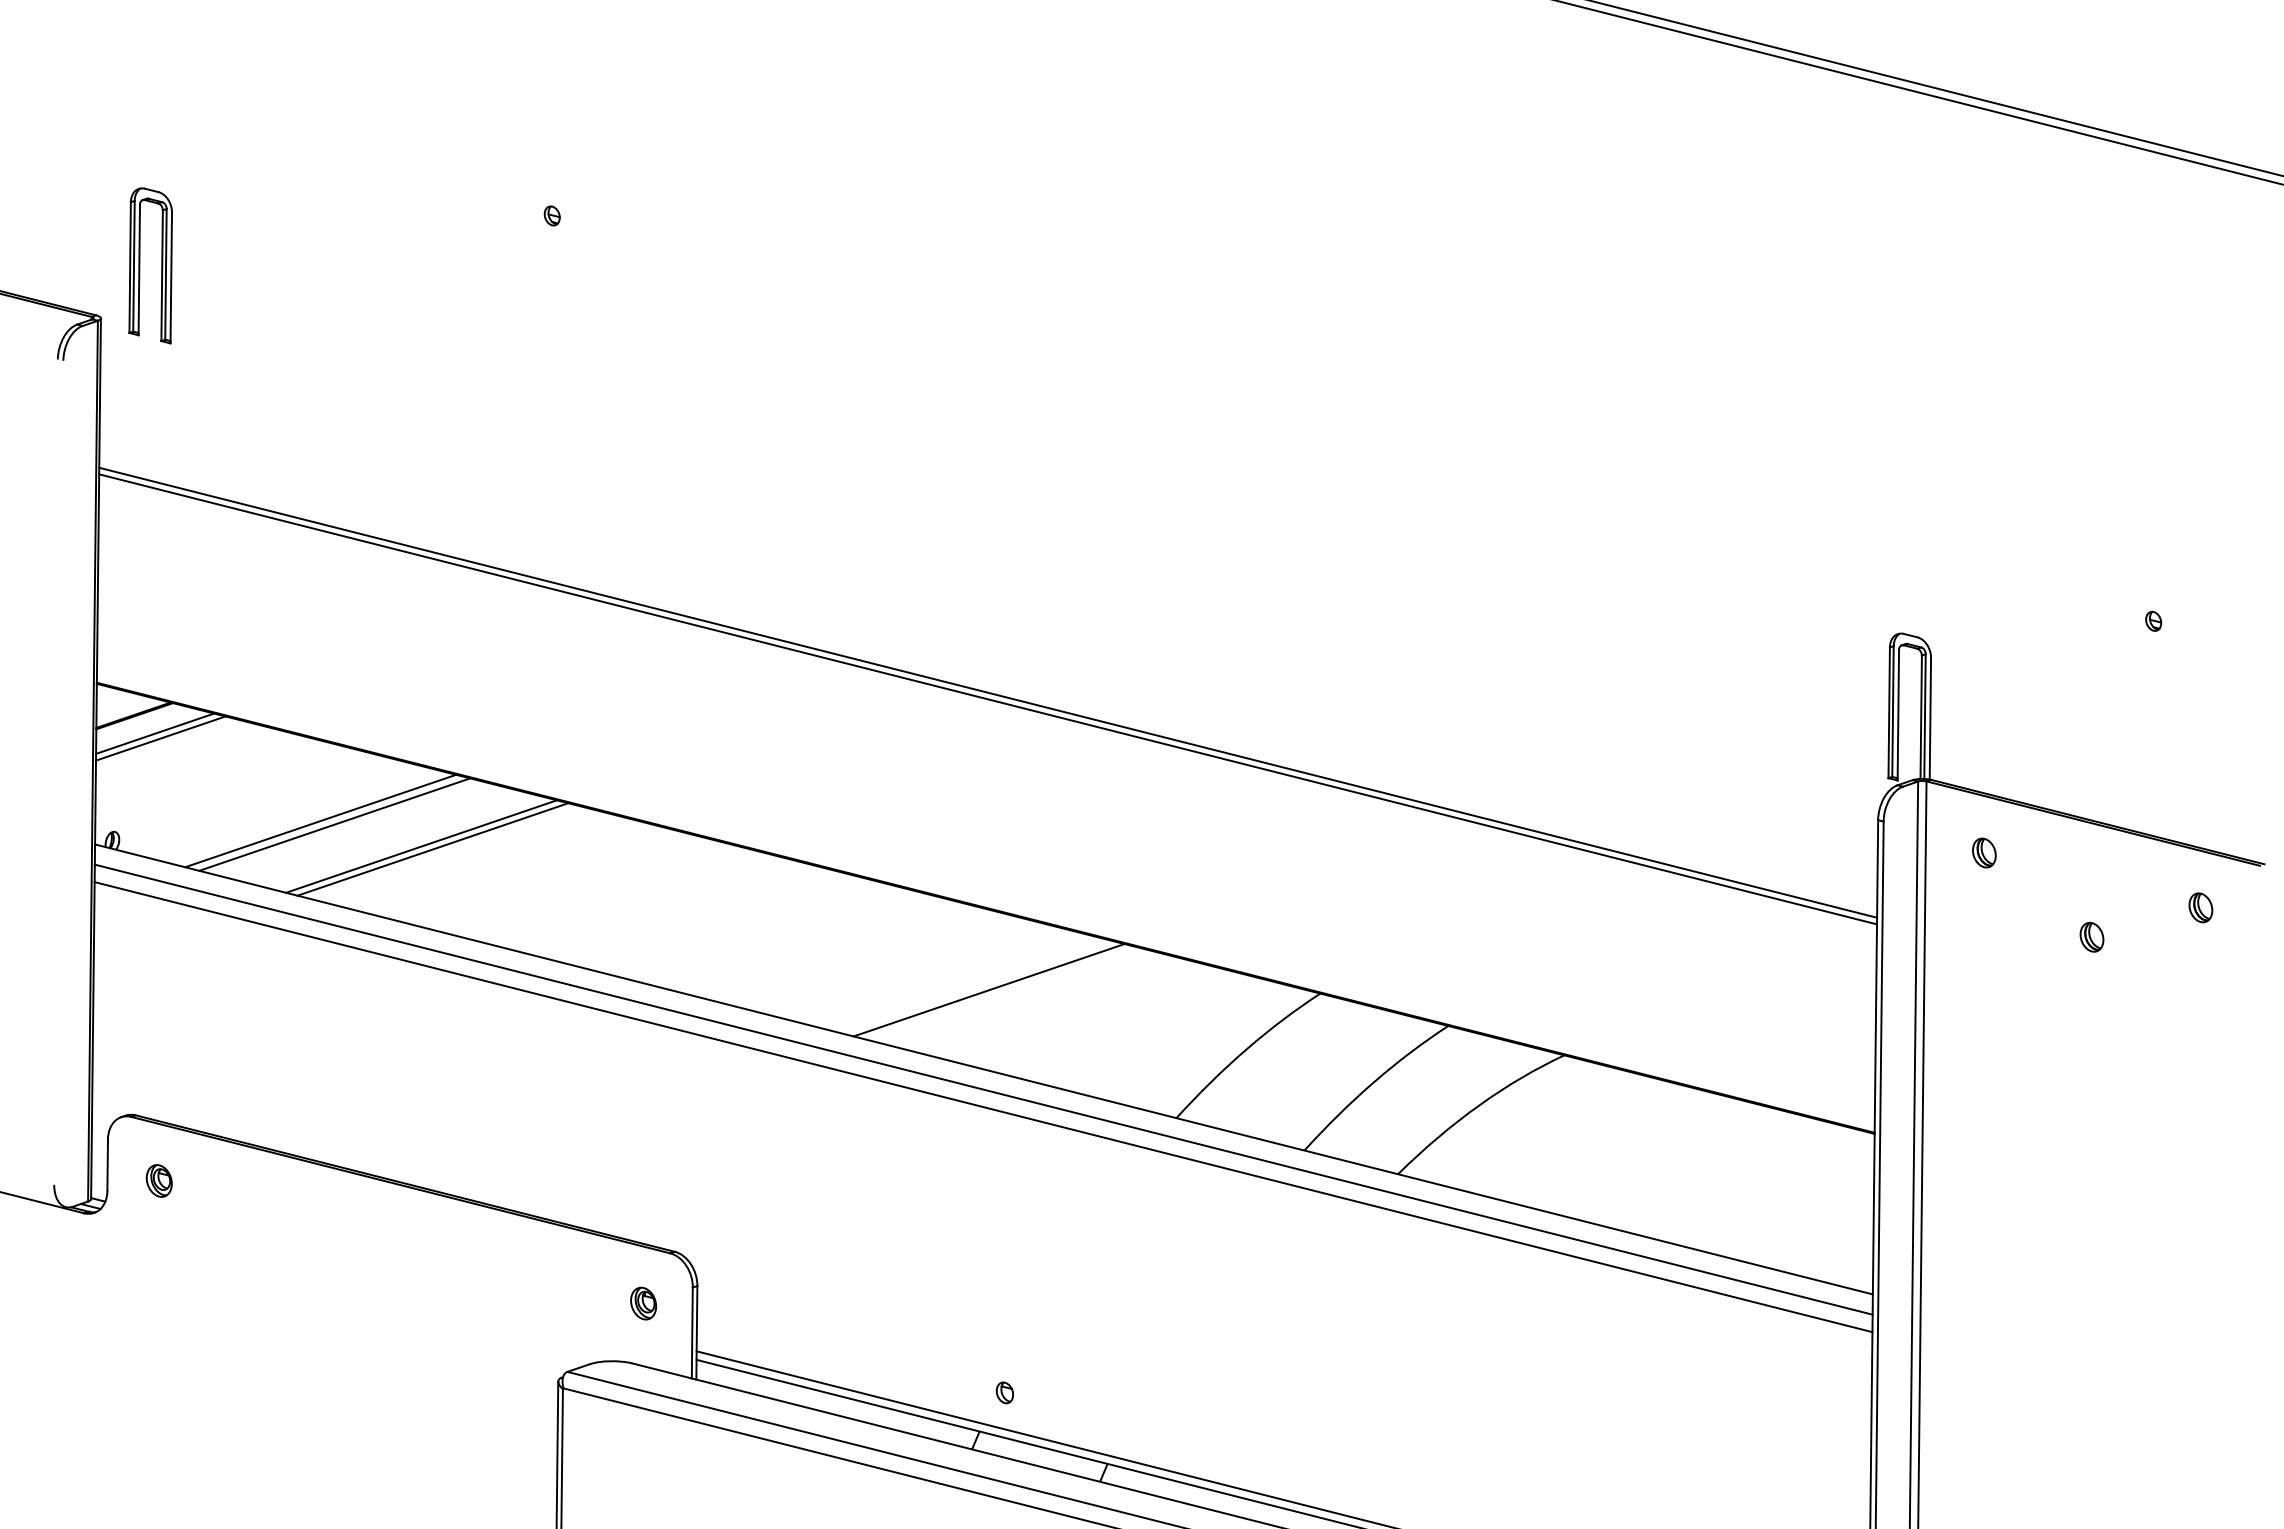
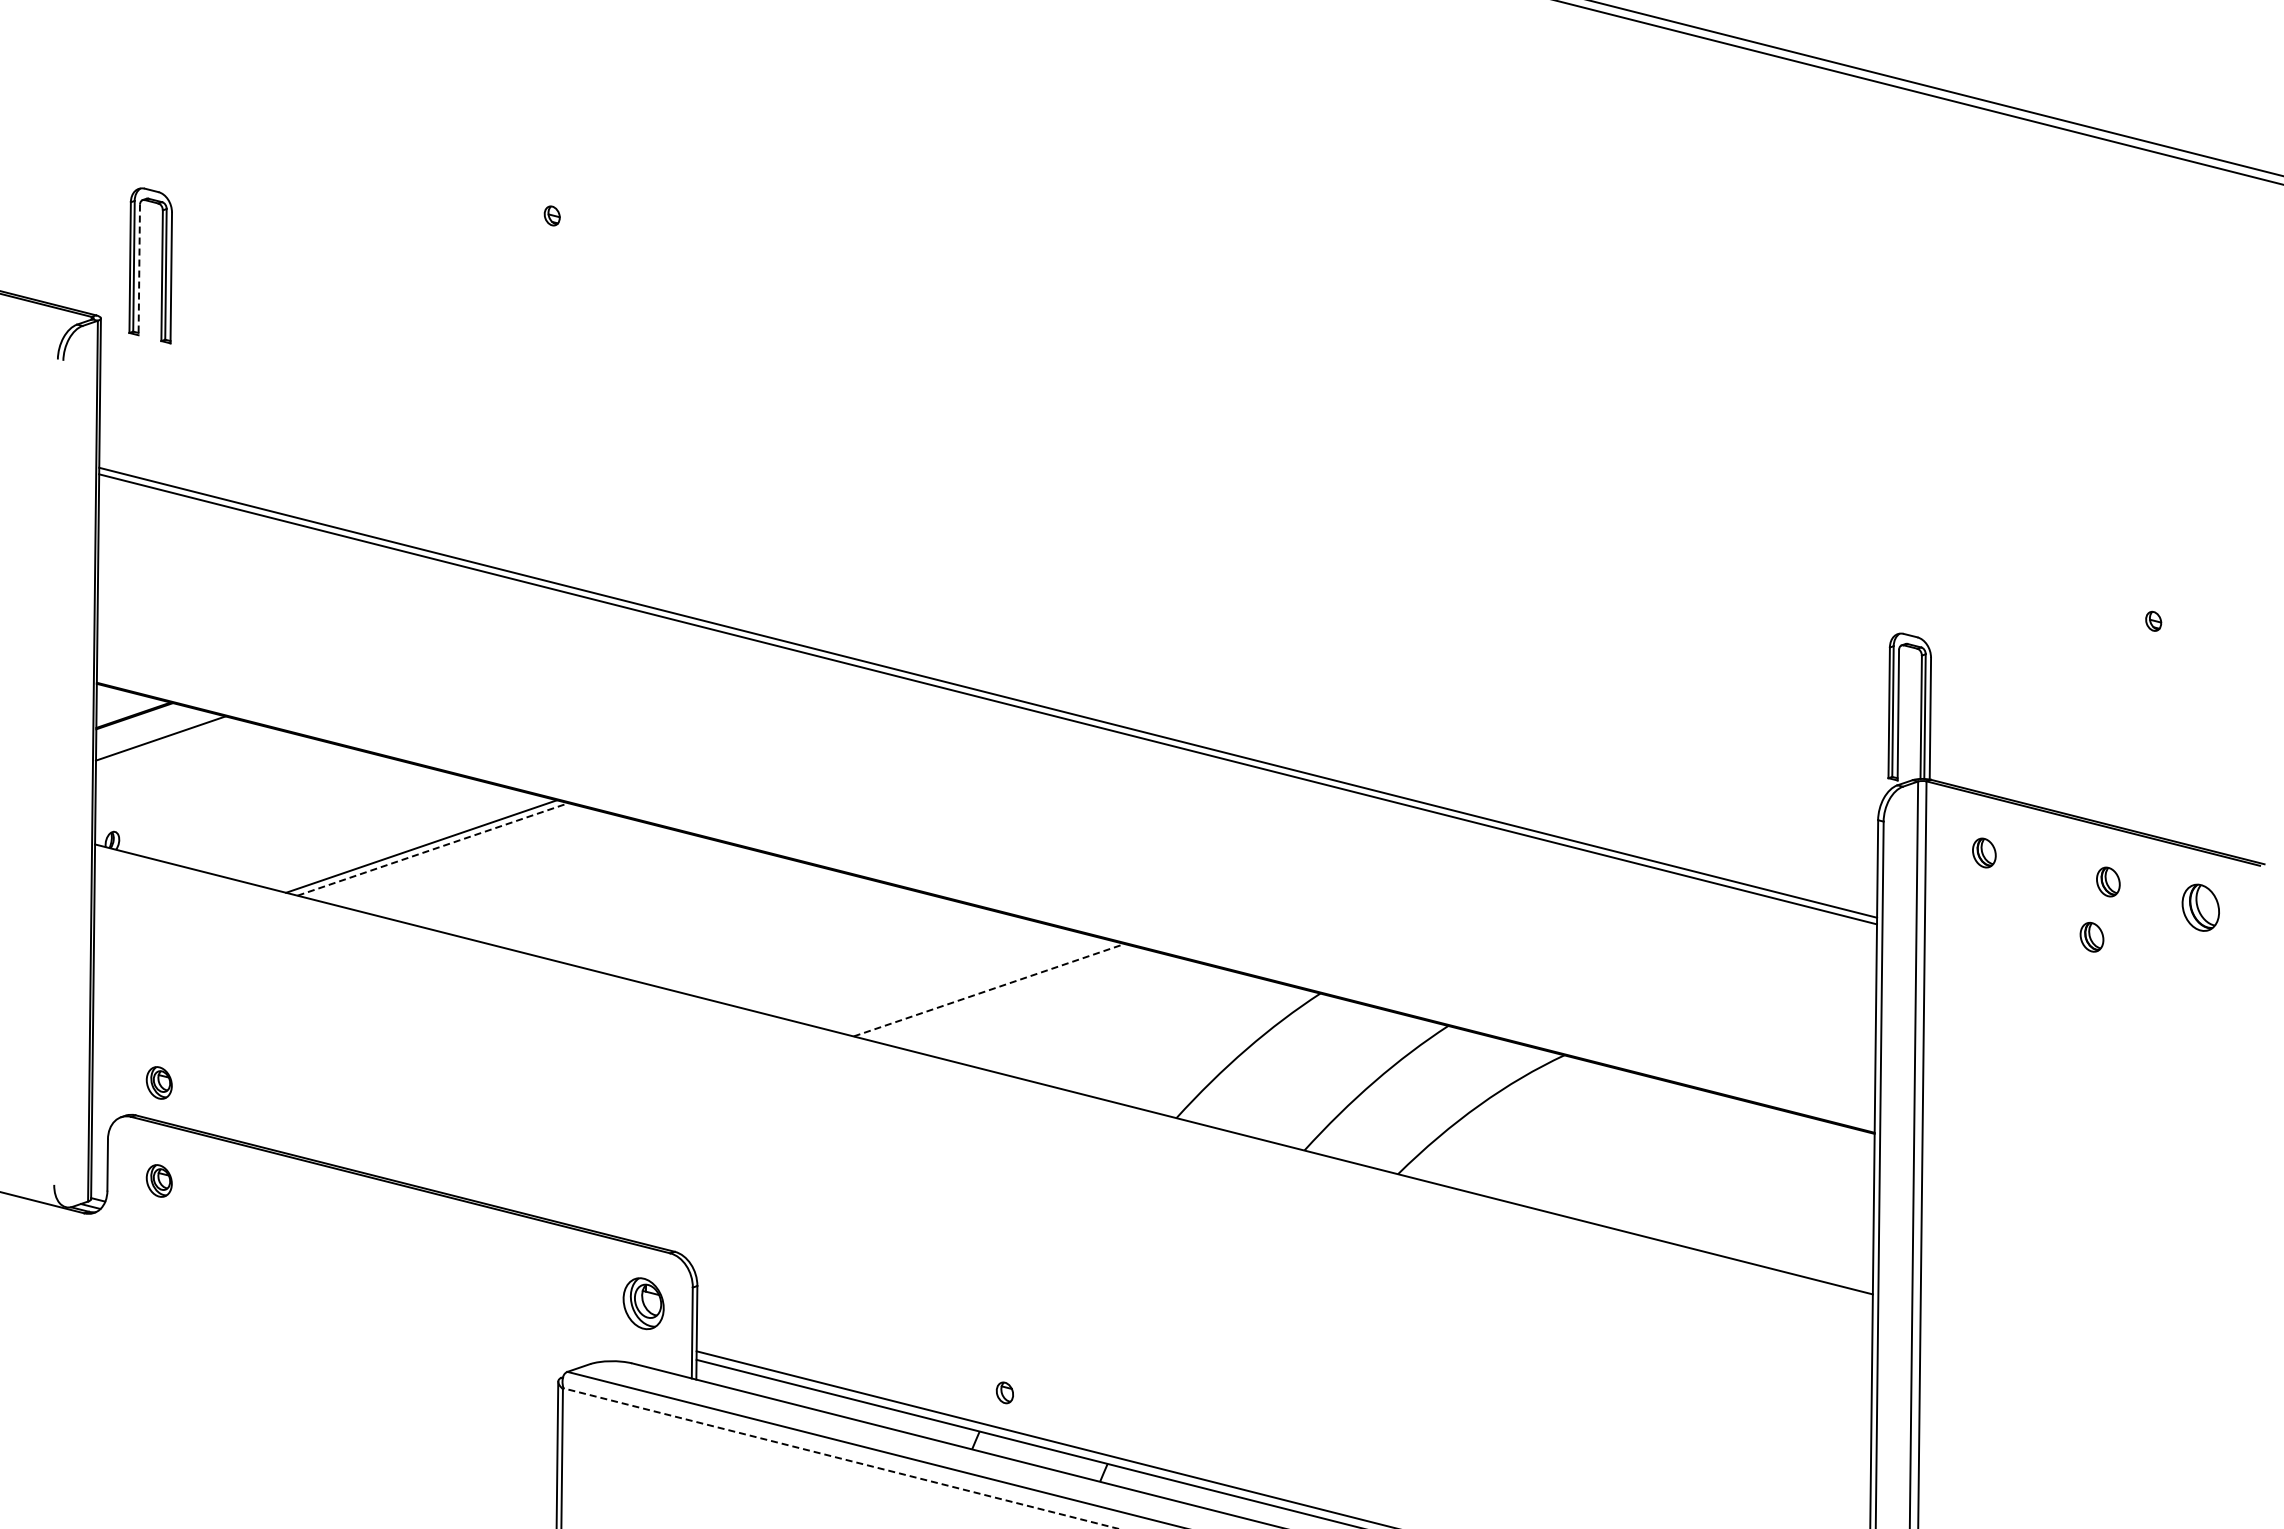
line at (139, 270): solid -> dashed
line at (155, 733): present -> none
line at (320, 820): present -> none
line at (334, 824): present -> none
line at (433, 849): solid -> dashed
part at (2108, 881): none -> present
part at (2200, 907) size: 26x32 px -> 39x49 px
line at (989, 990): solid -> dashed
part at (158, 1082): none -> present
line at (983, 1089): present -> none
line at (983, 1107): present -> none
part at (643, 1303) size: 27x35 px -> 43x54 px
line at (840, 1458): solid -> dashed
